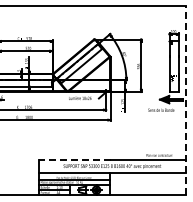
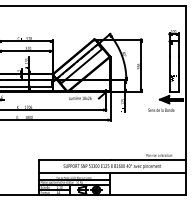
line at (186, 100): dashed -> solid
line at (75, 159): dashed -> solid
